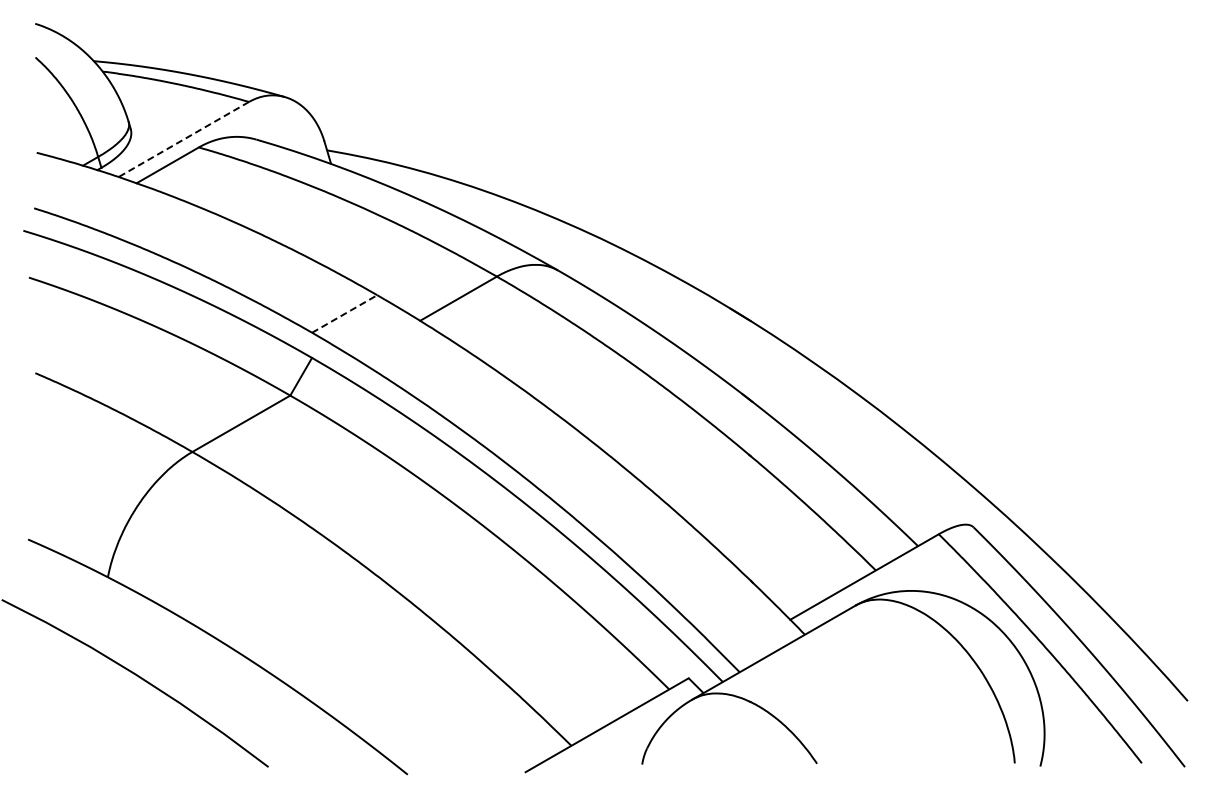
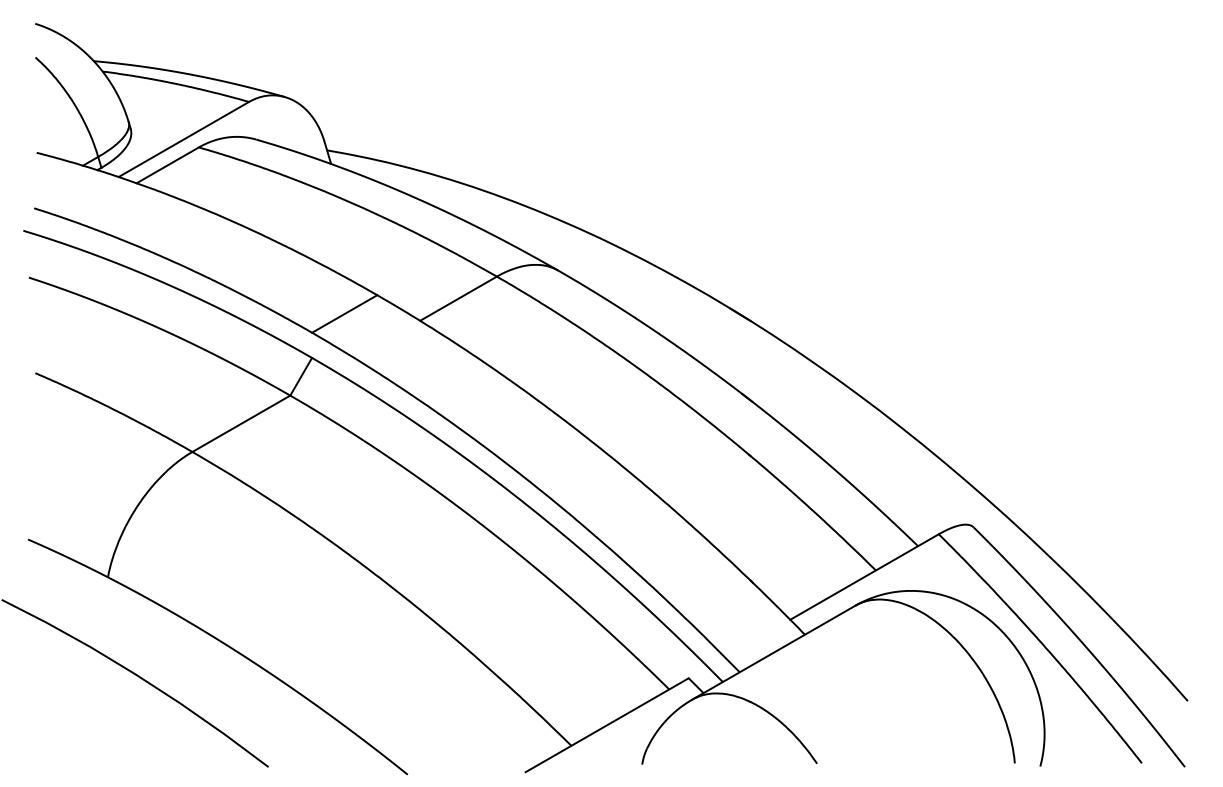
line at (183, 139): dashed -> solid
line at (344, 314): dashed -> solid
